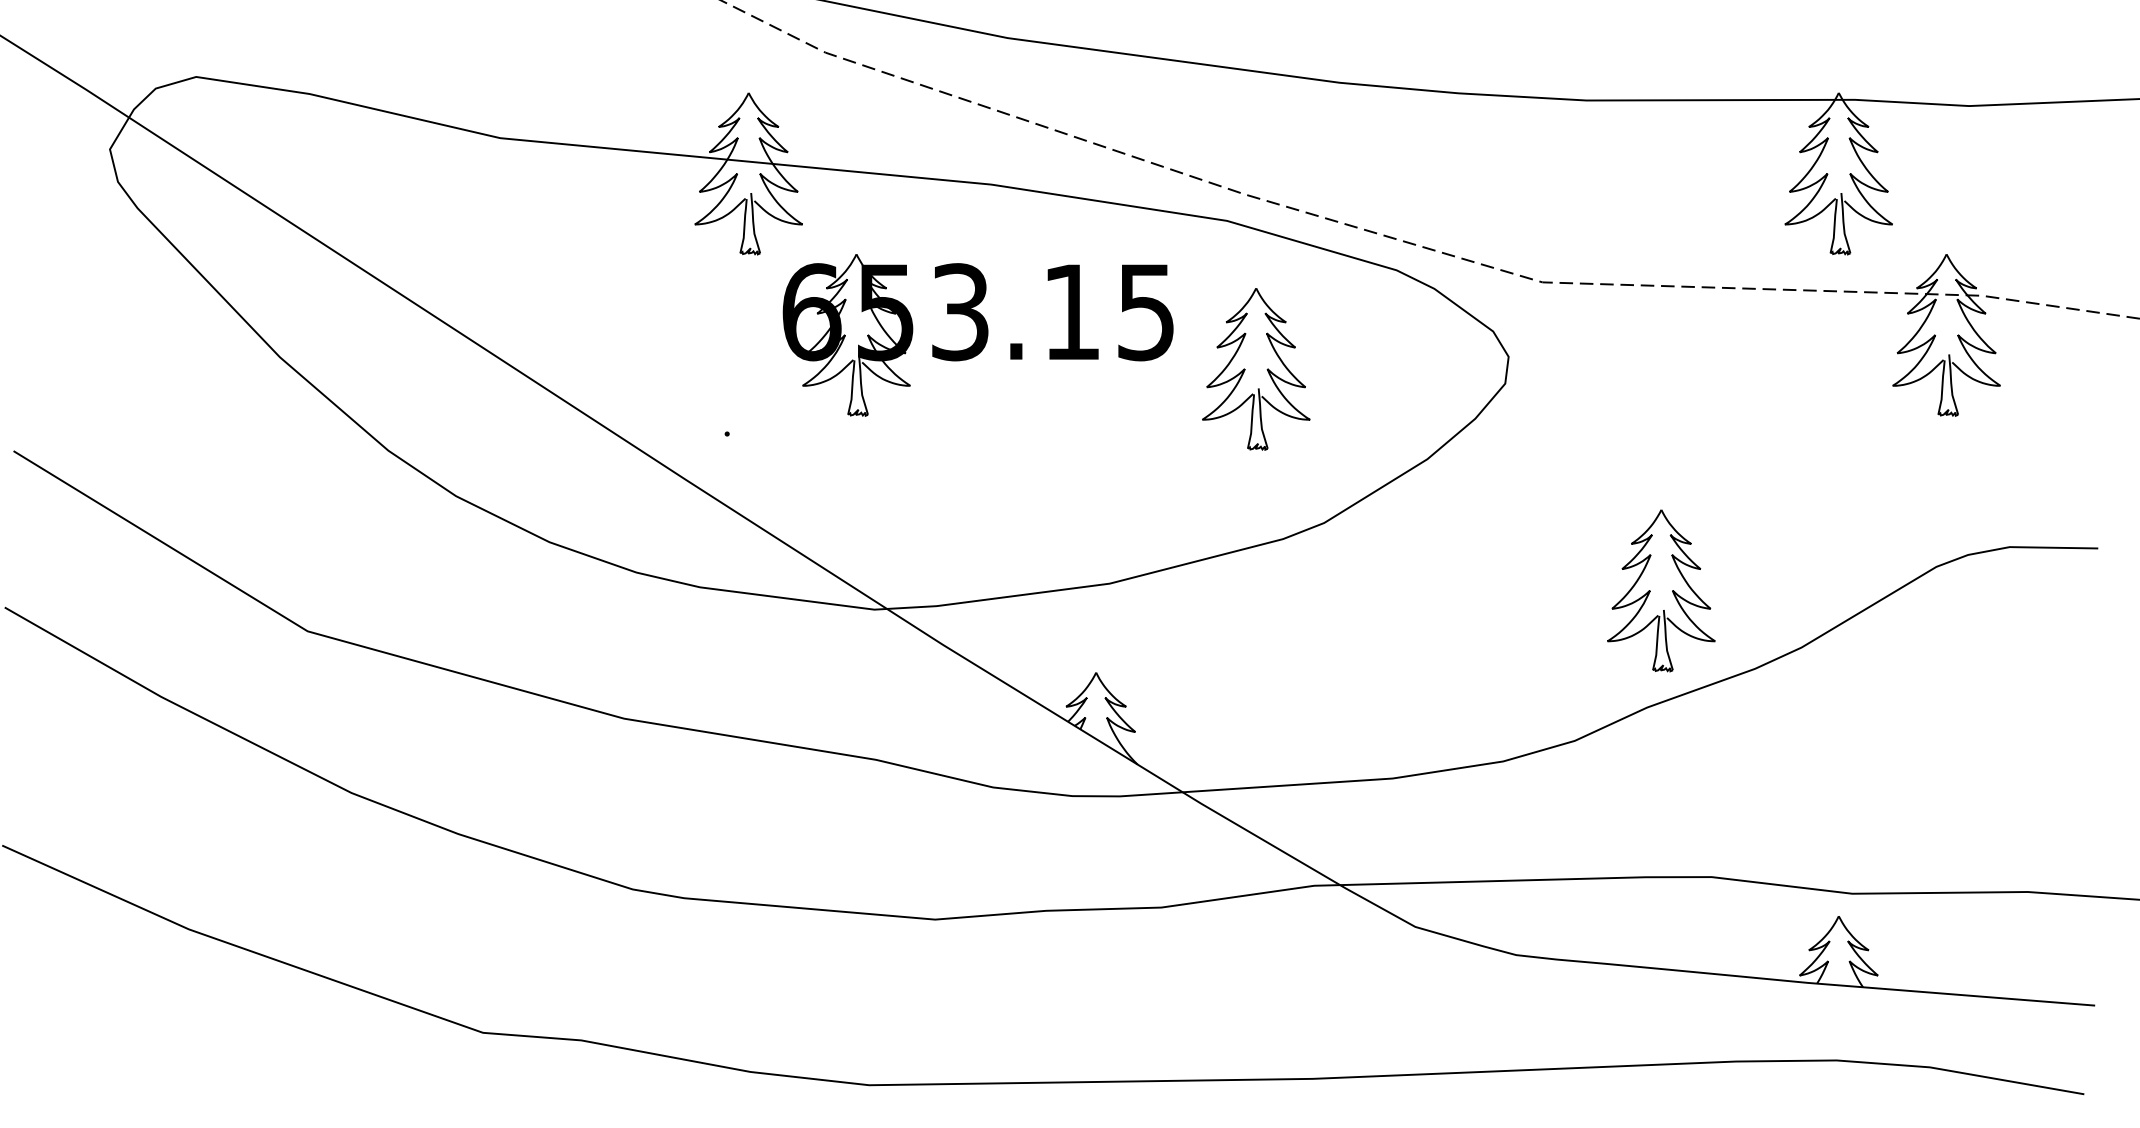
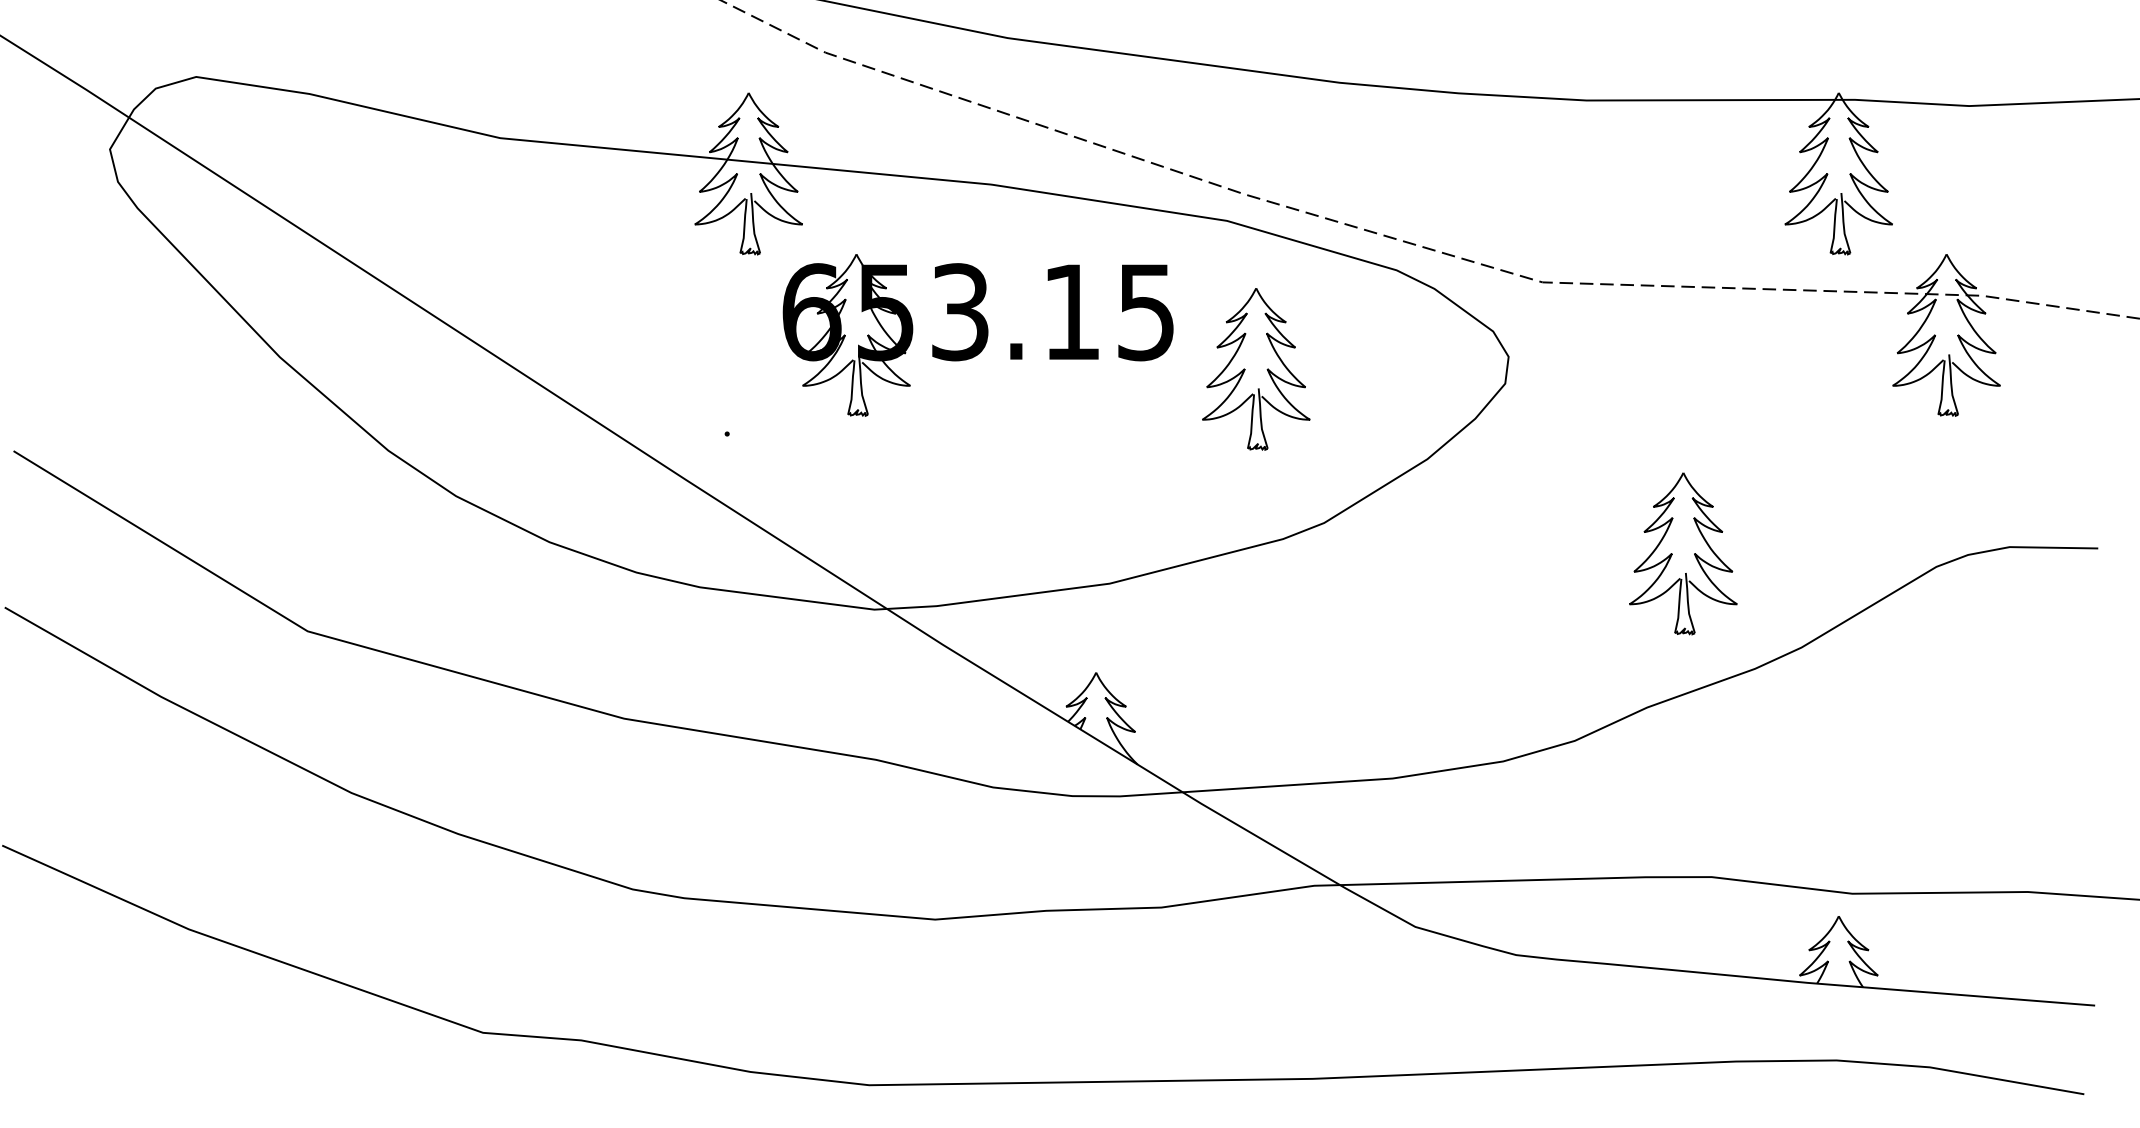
part at (1661, 590) position: (1661, 590) -> (1683, 553)
